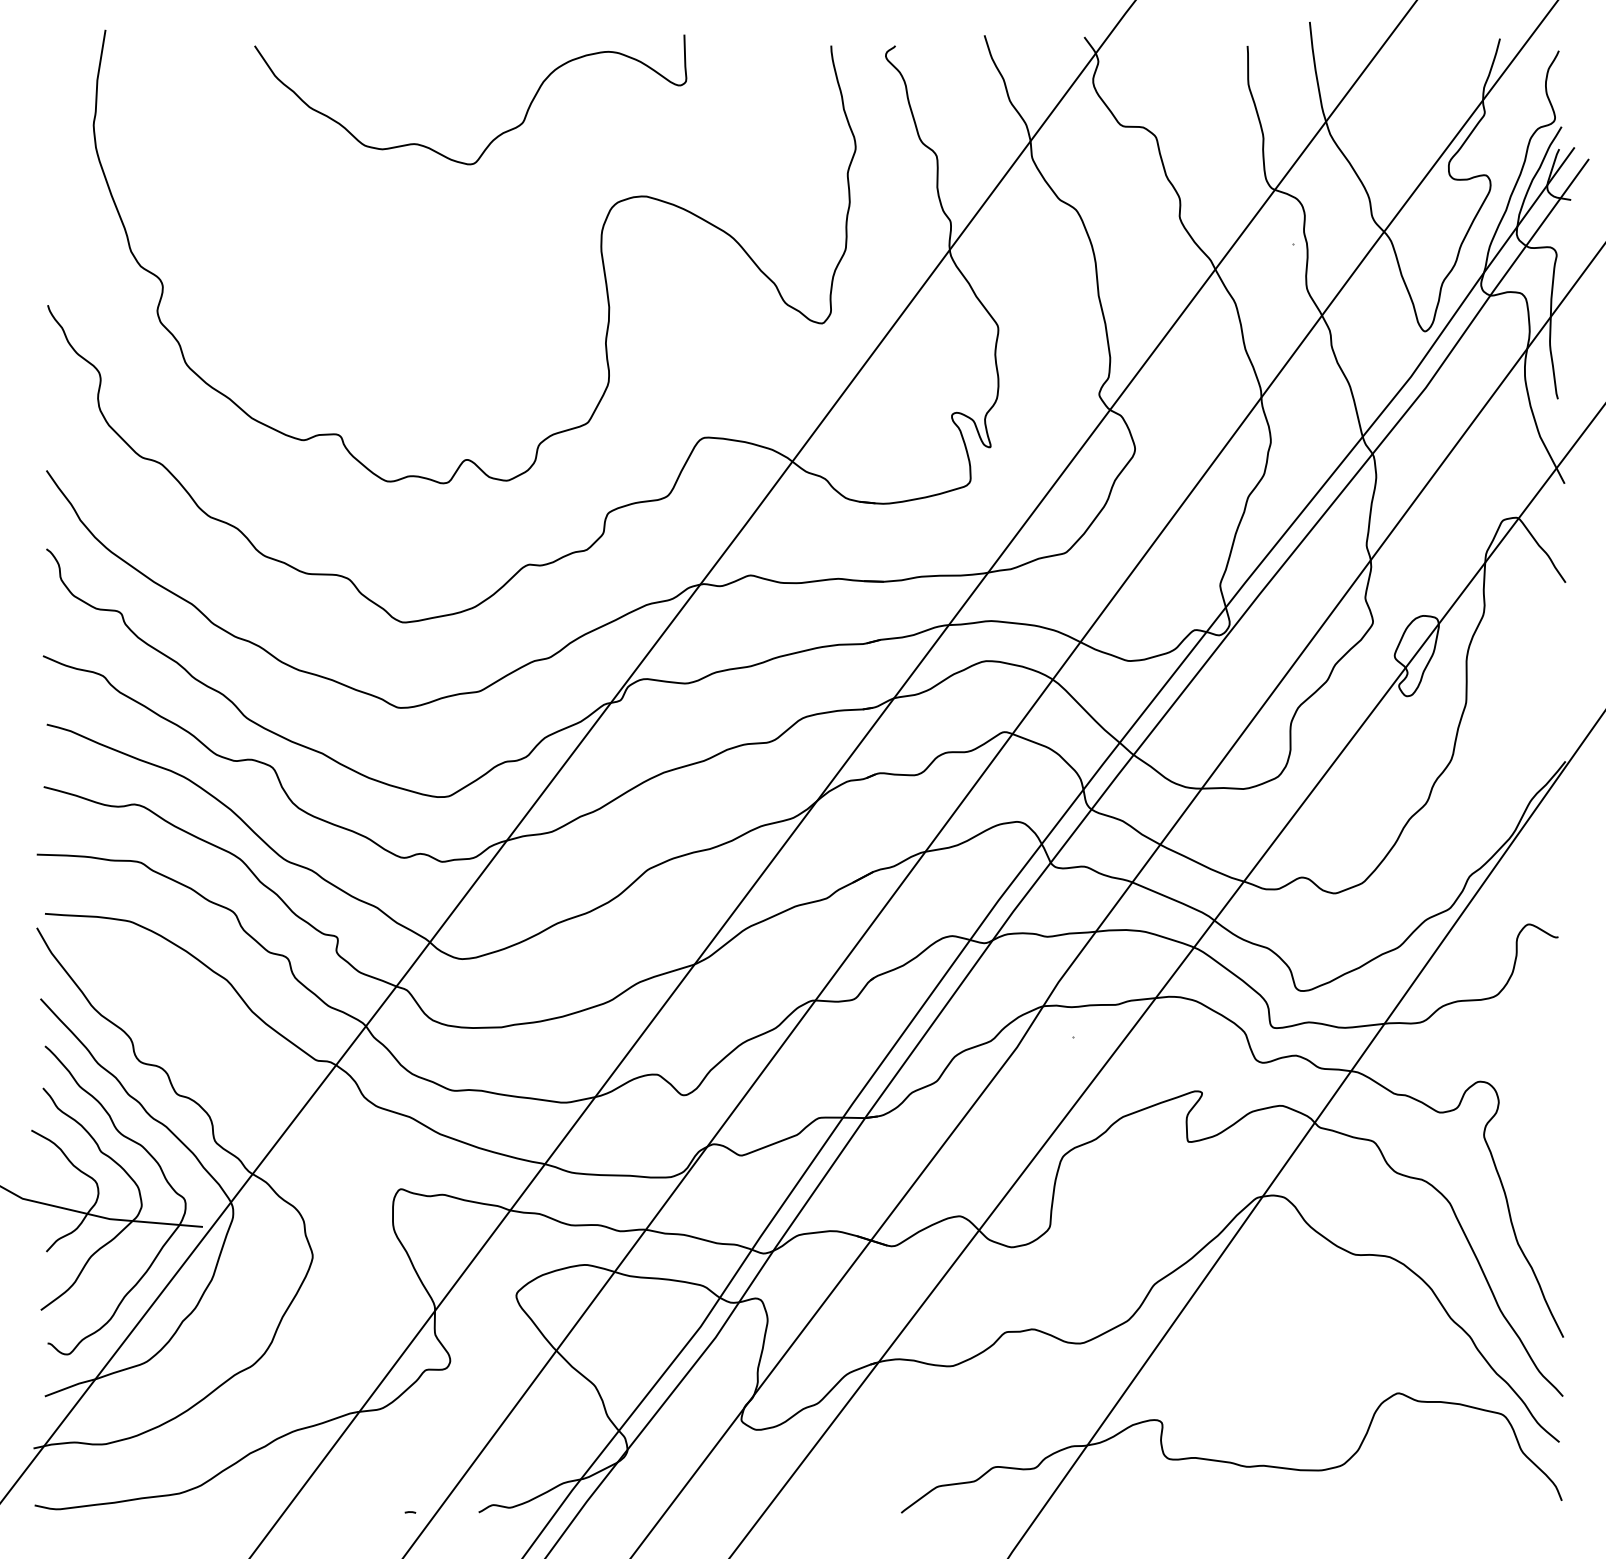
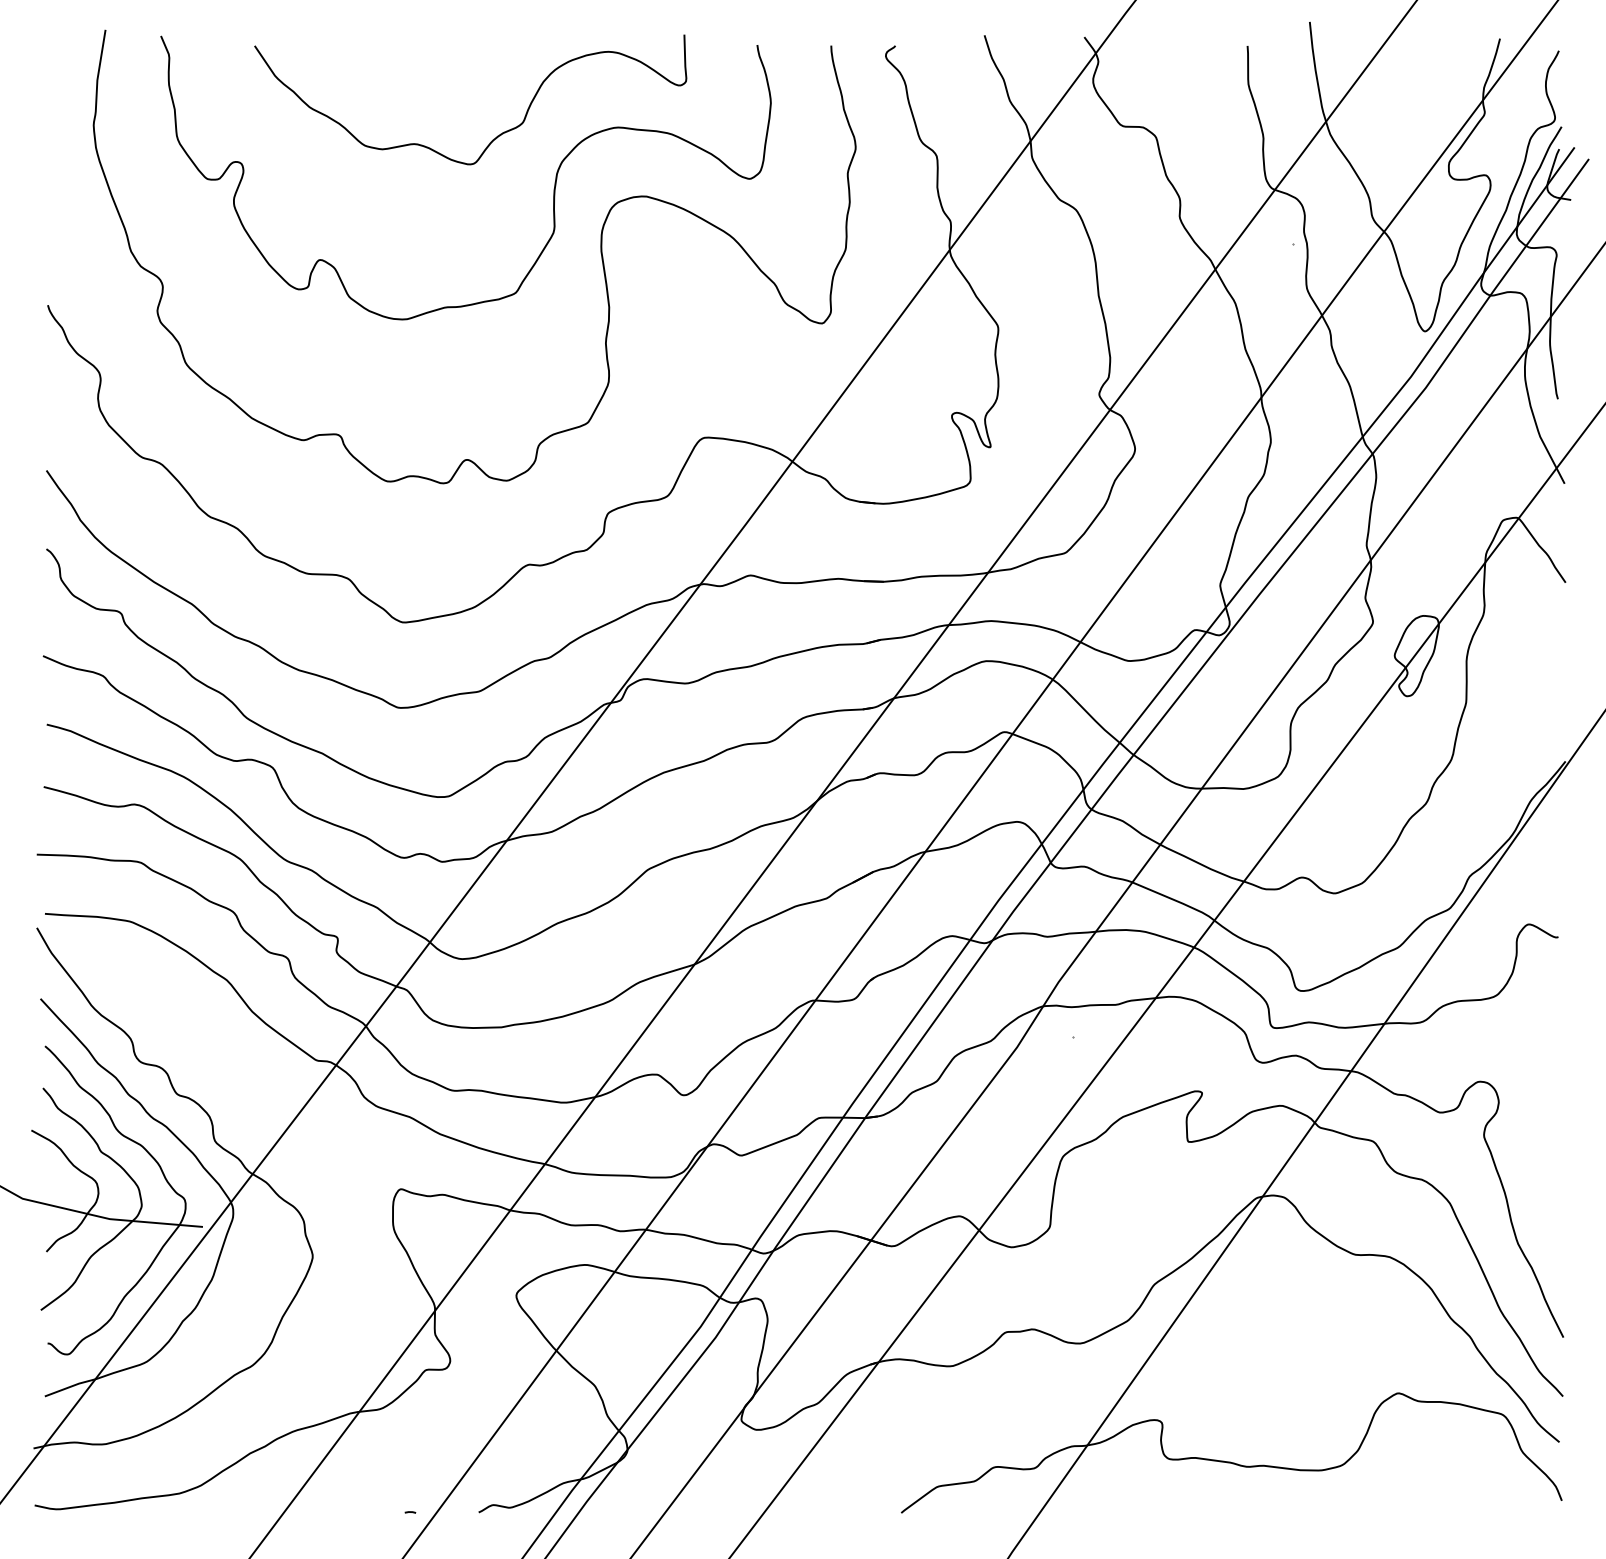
curve at (553, 189): none -> present
